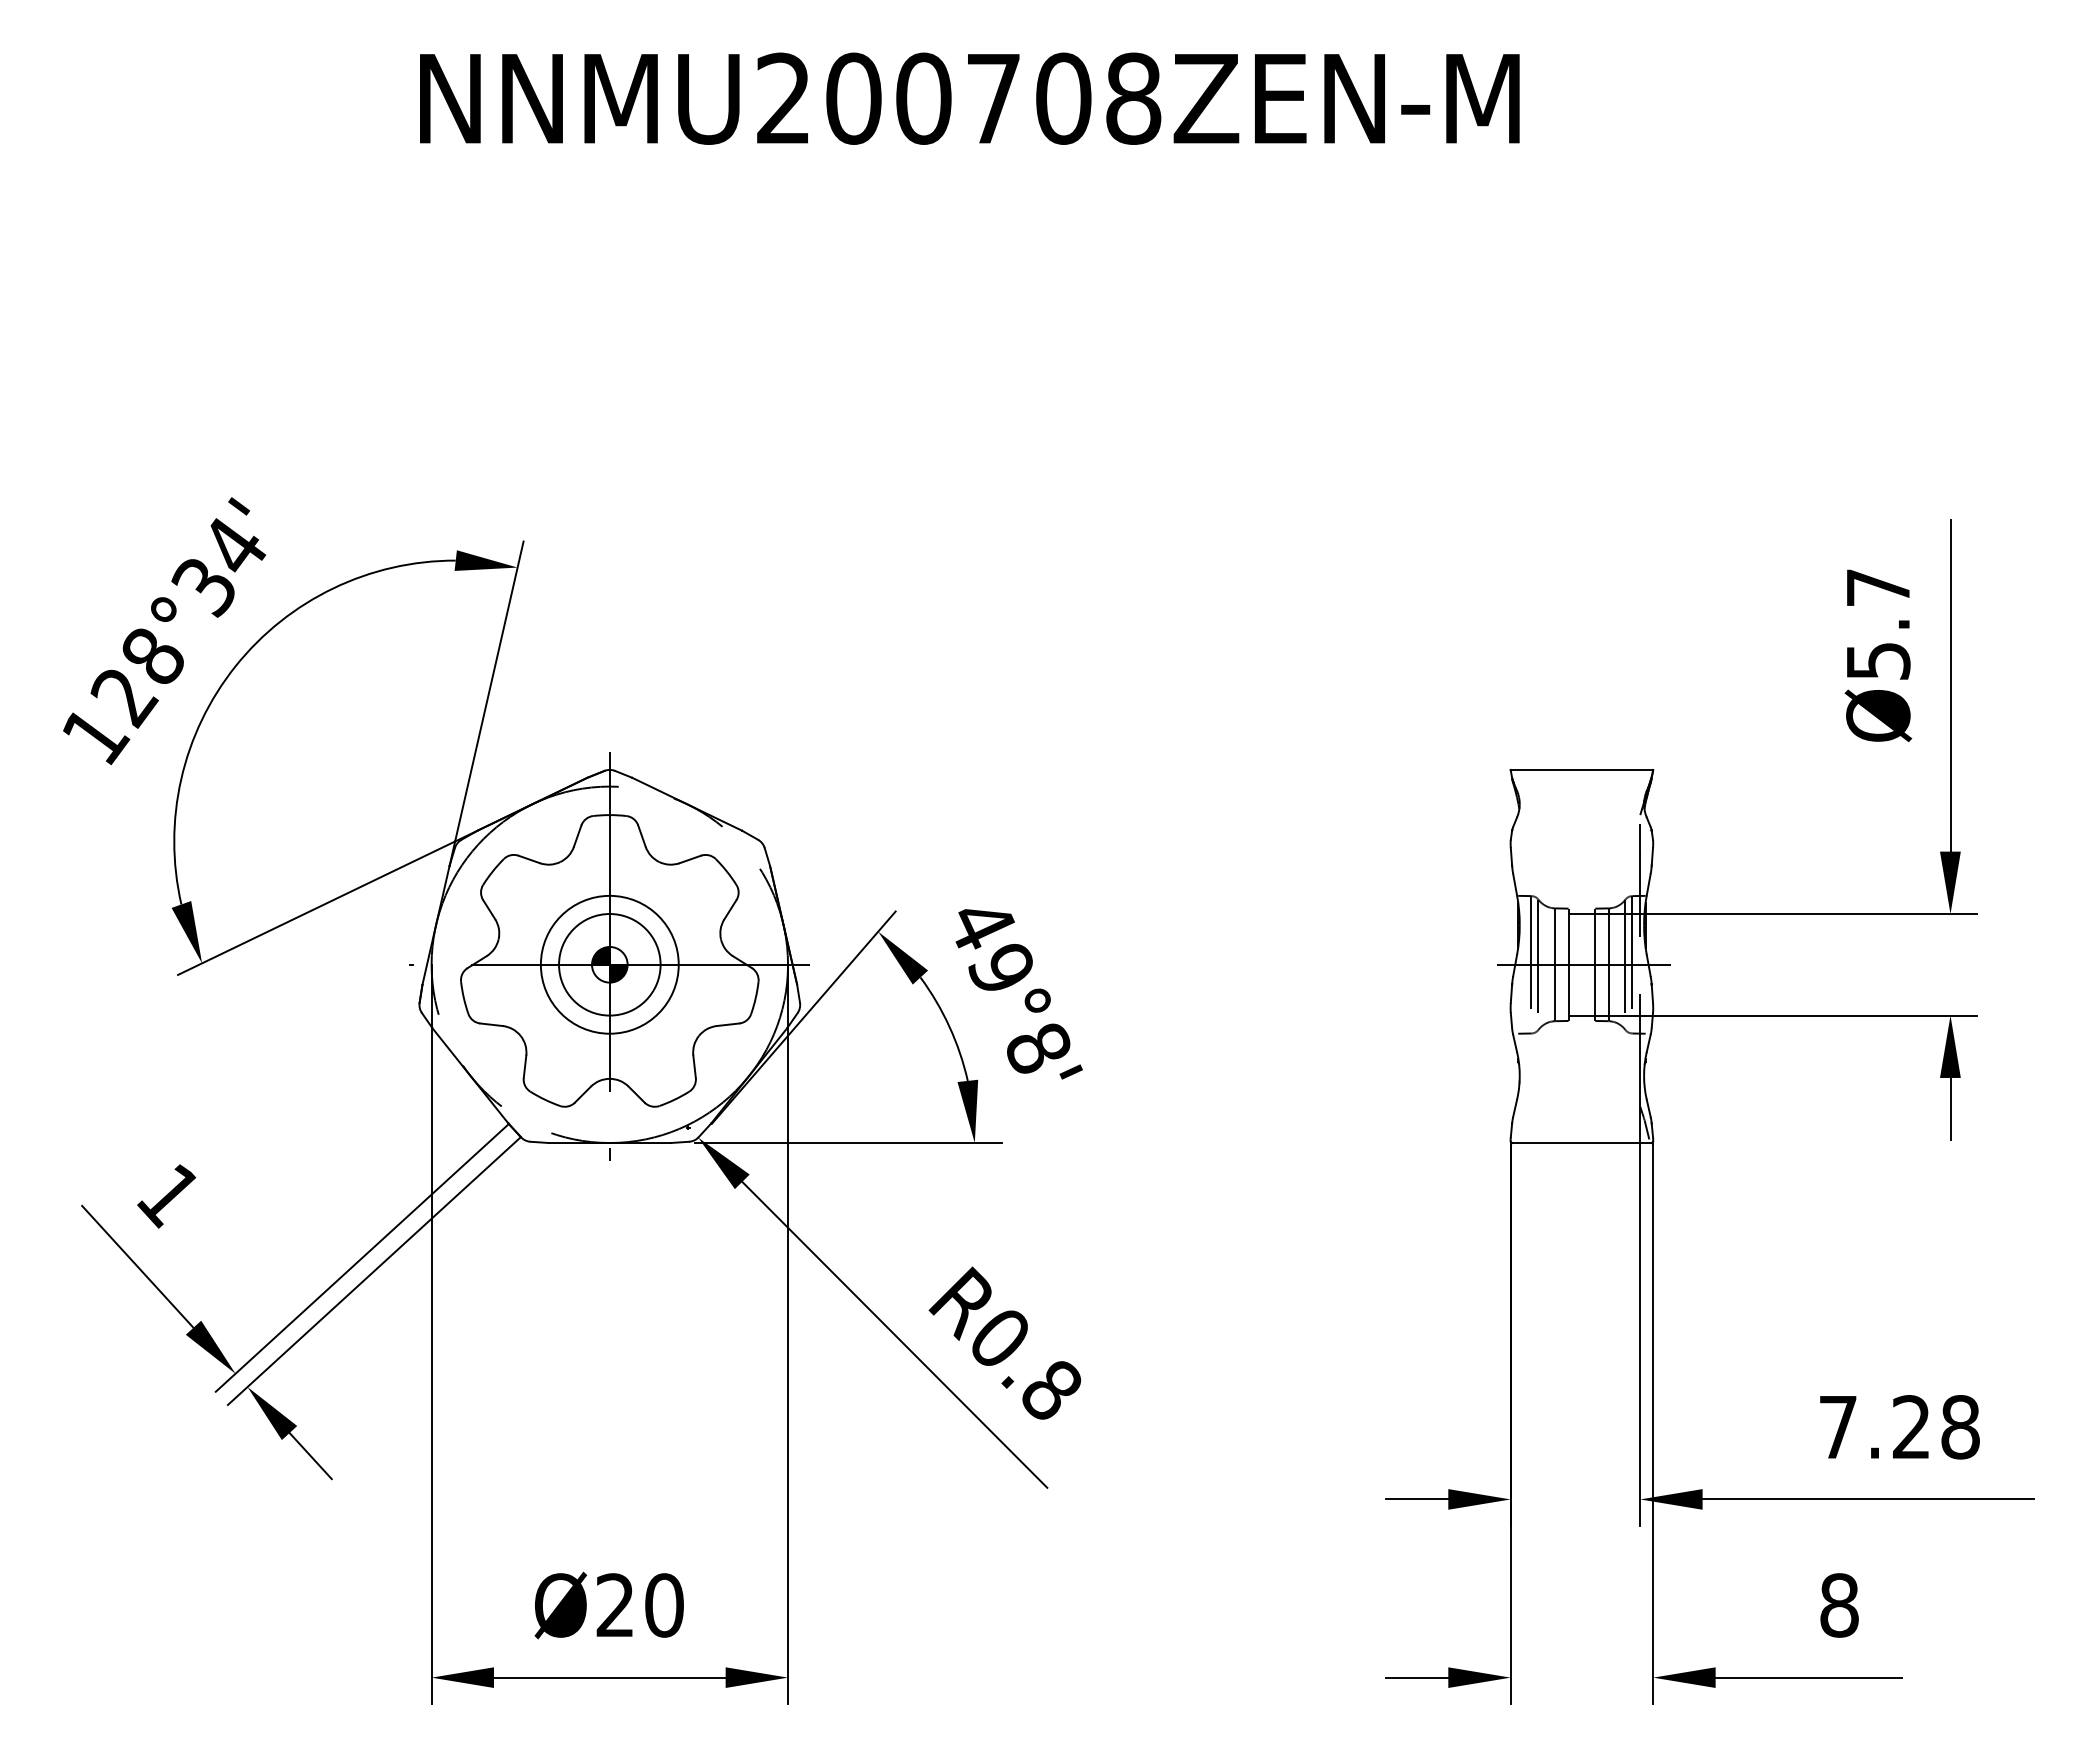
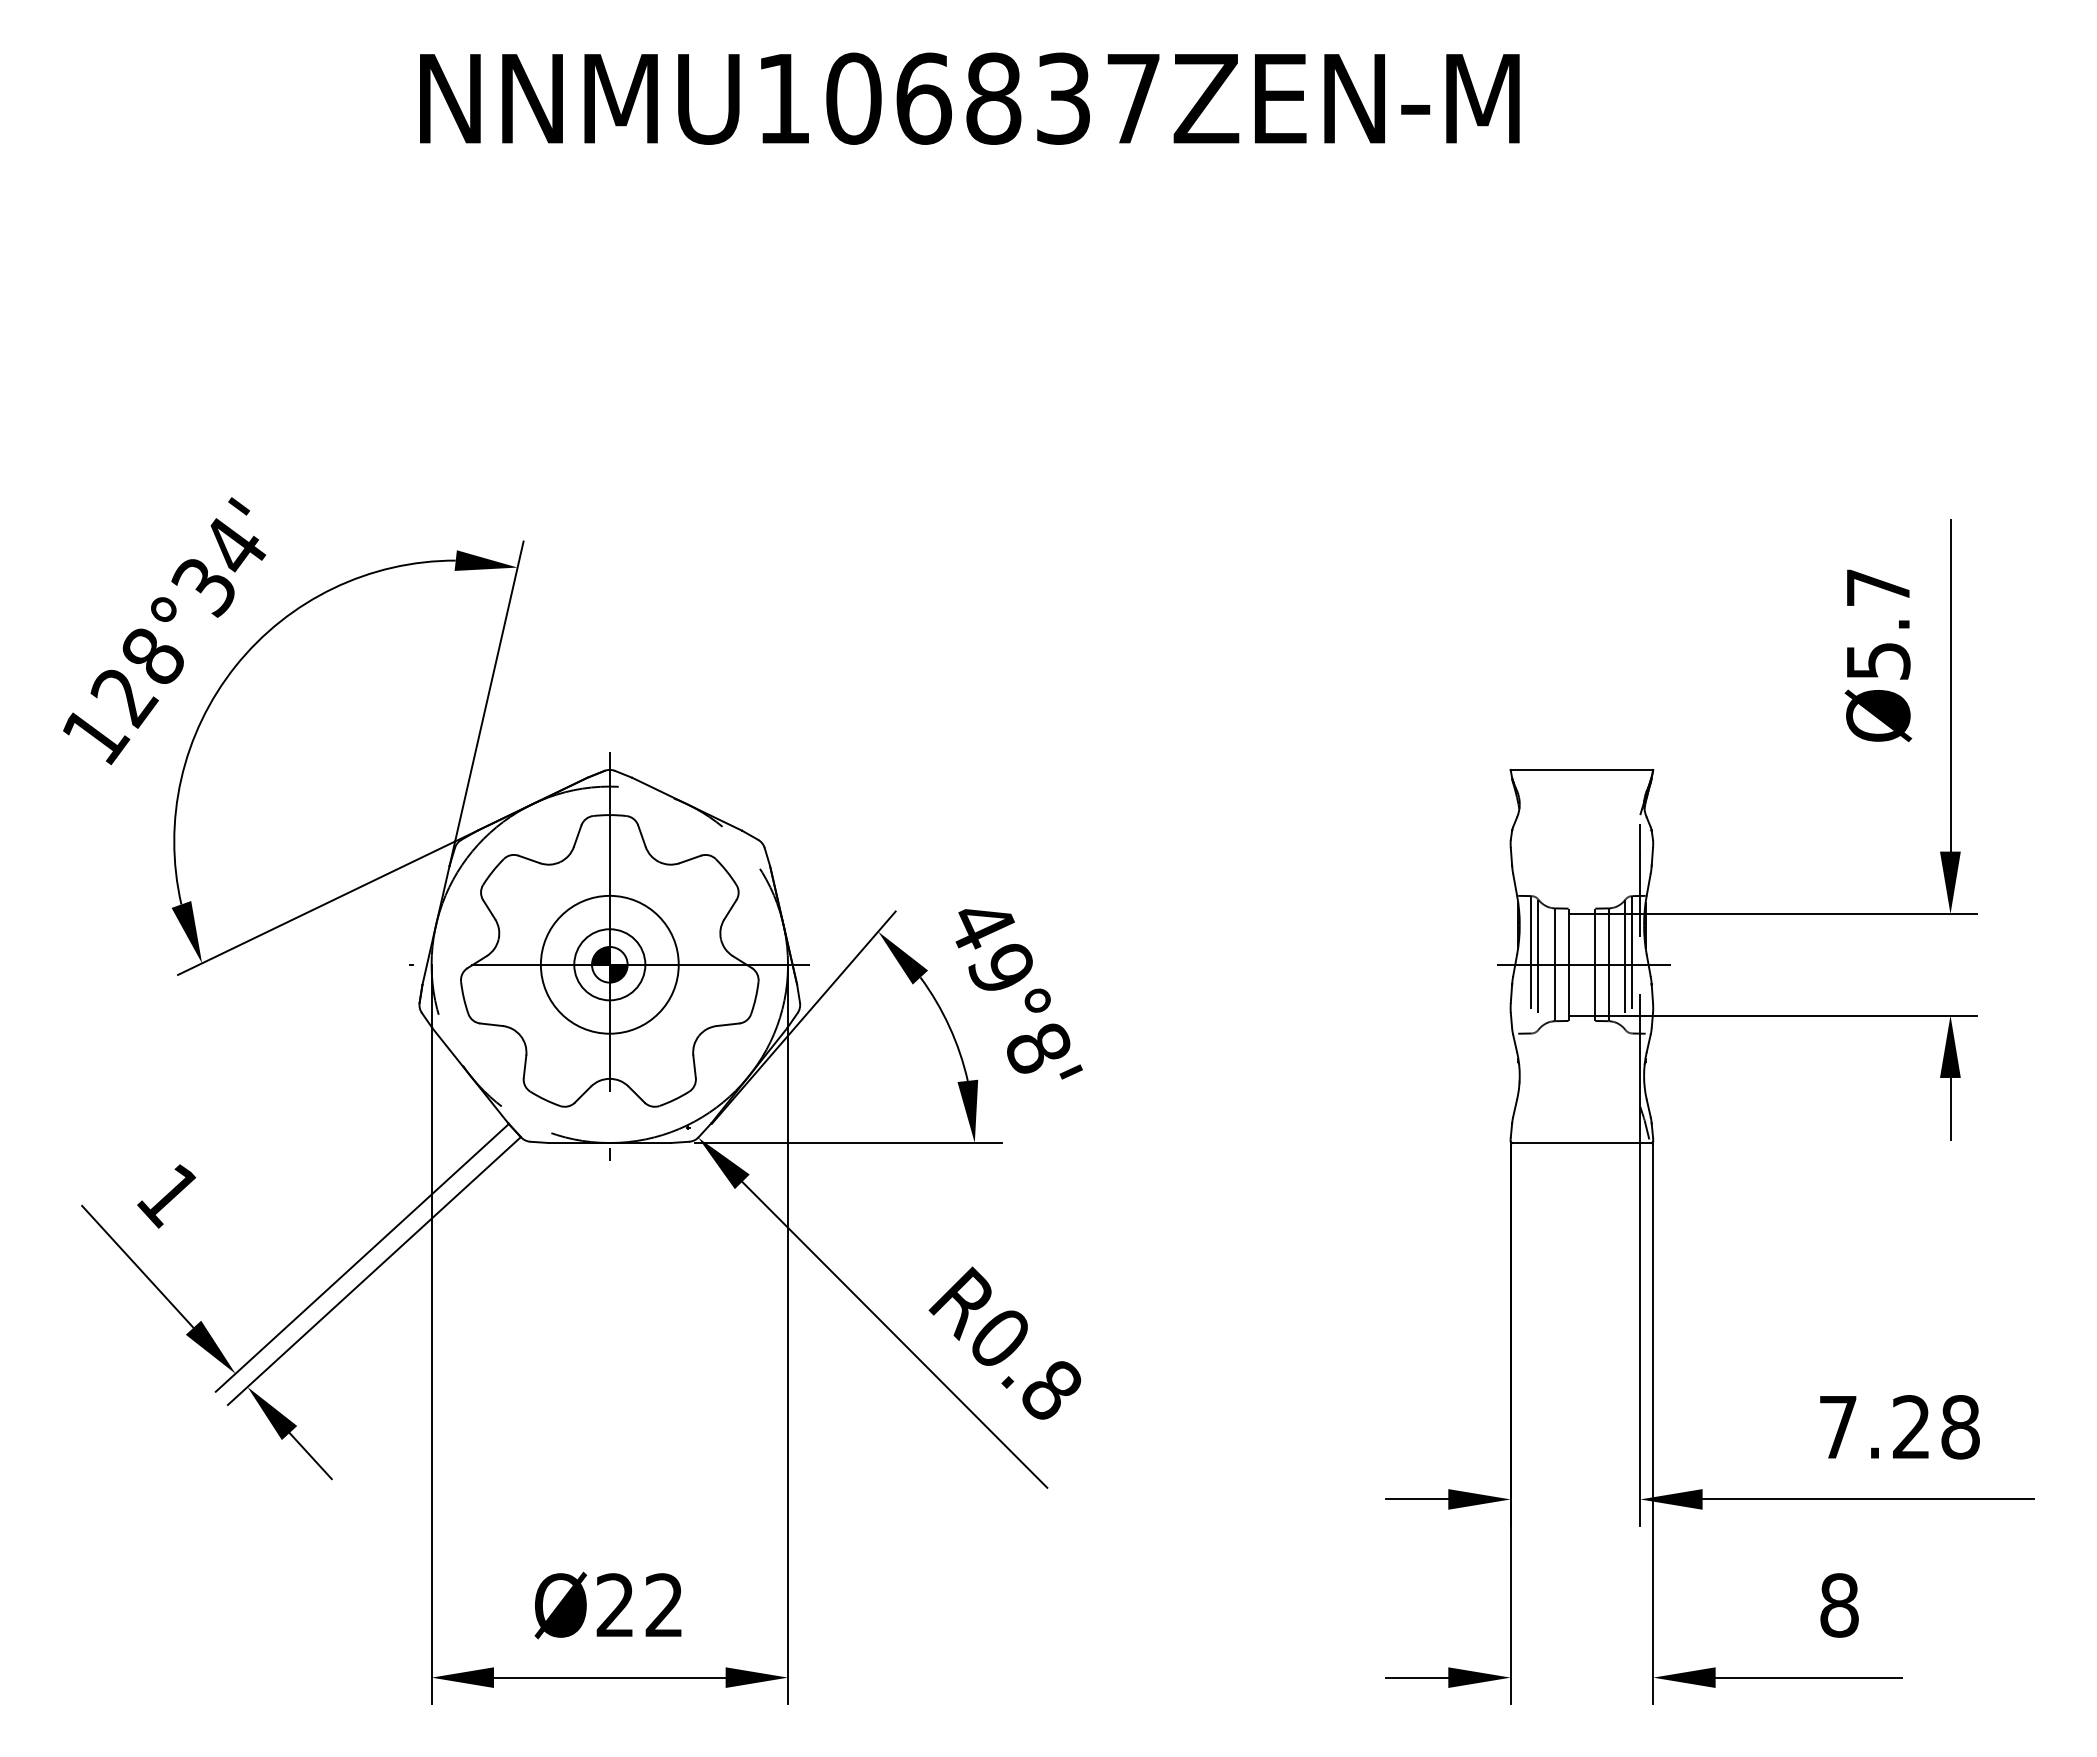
text at (959, 98): NNMU200708ZEN-M -> NNMU106837ZEN-M
circle at (609, 964) diameter: 102 px -> 71 px
text at (664, 1605): Ø20 -> Ø22
